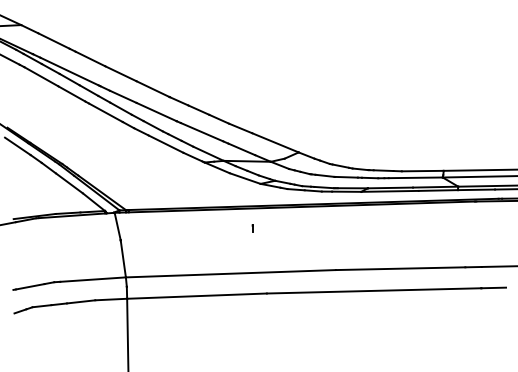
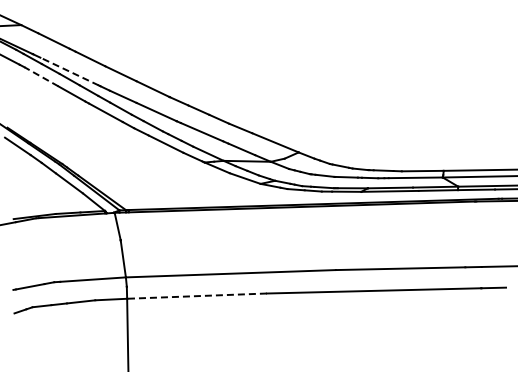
line at (69, 71): solid -> dashed
line at (40, 76): solid -> dashed
part at (252, 228): present -> none
line at (197, 296): solid -> dashed
